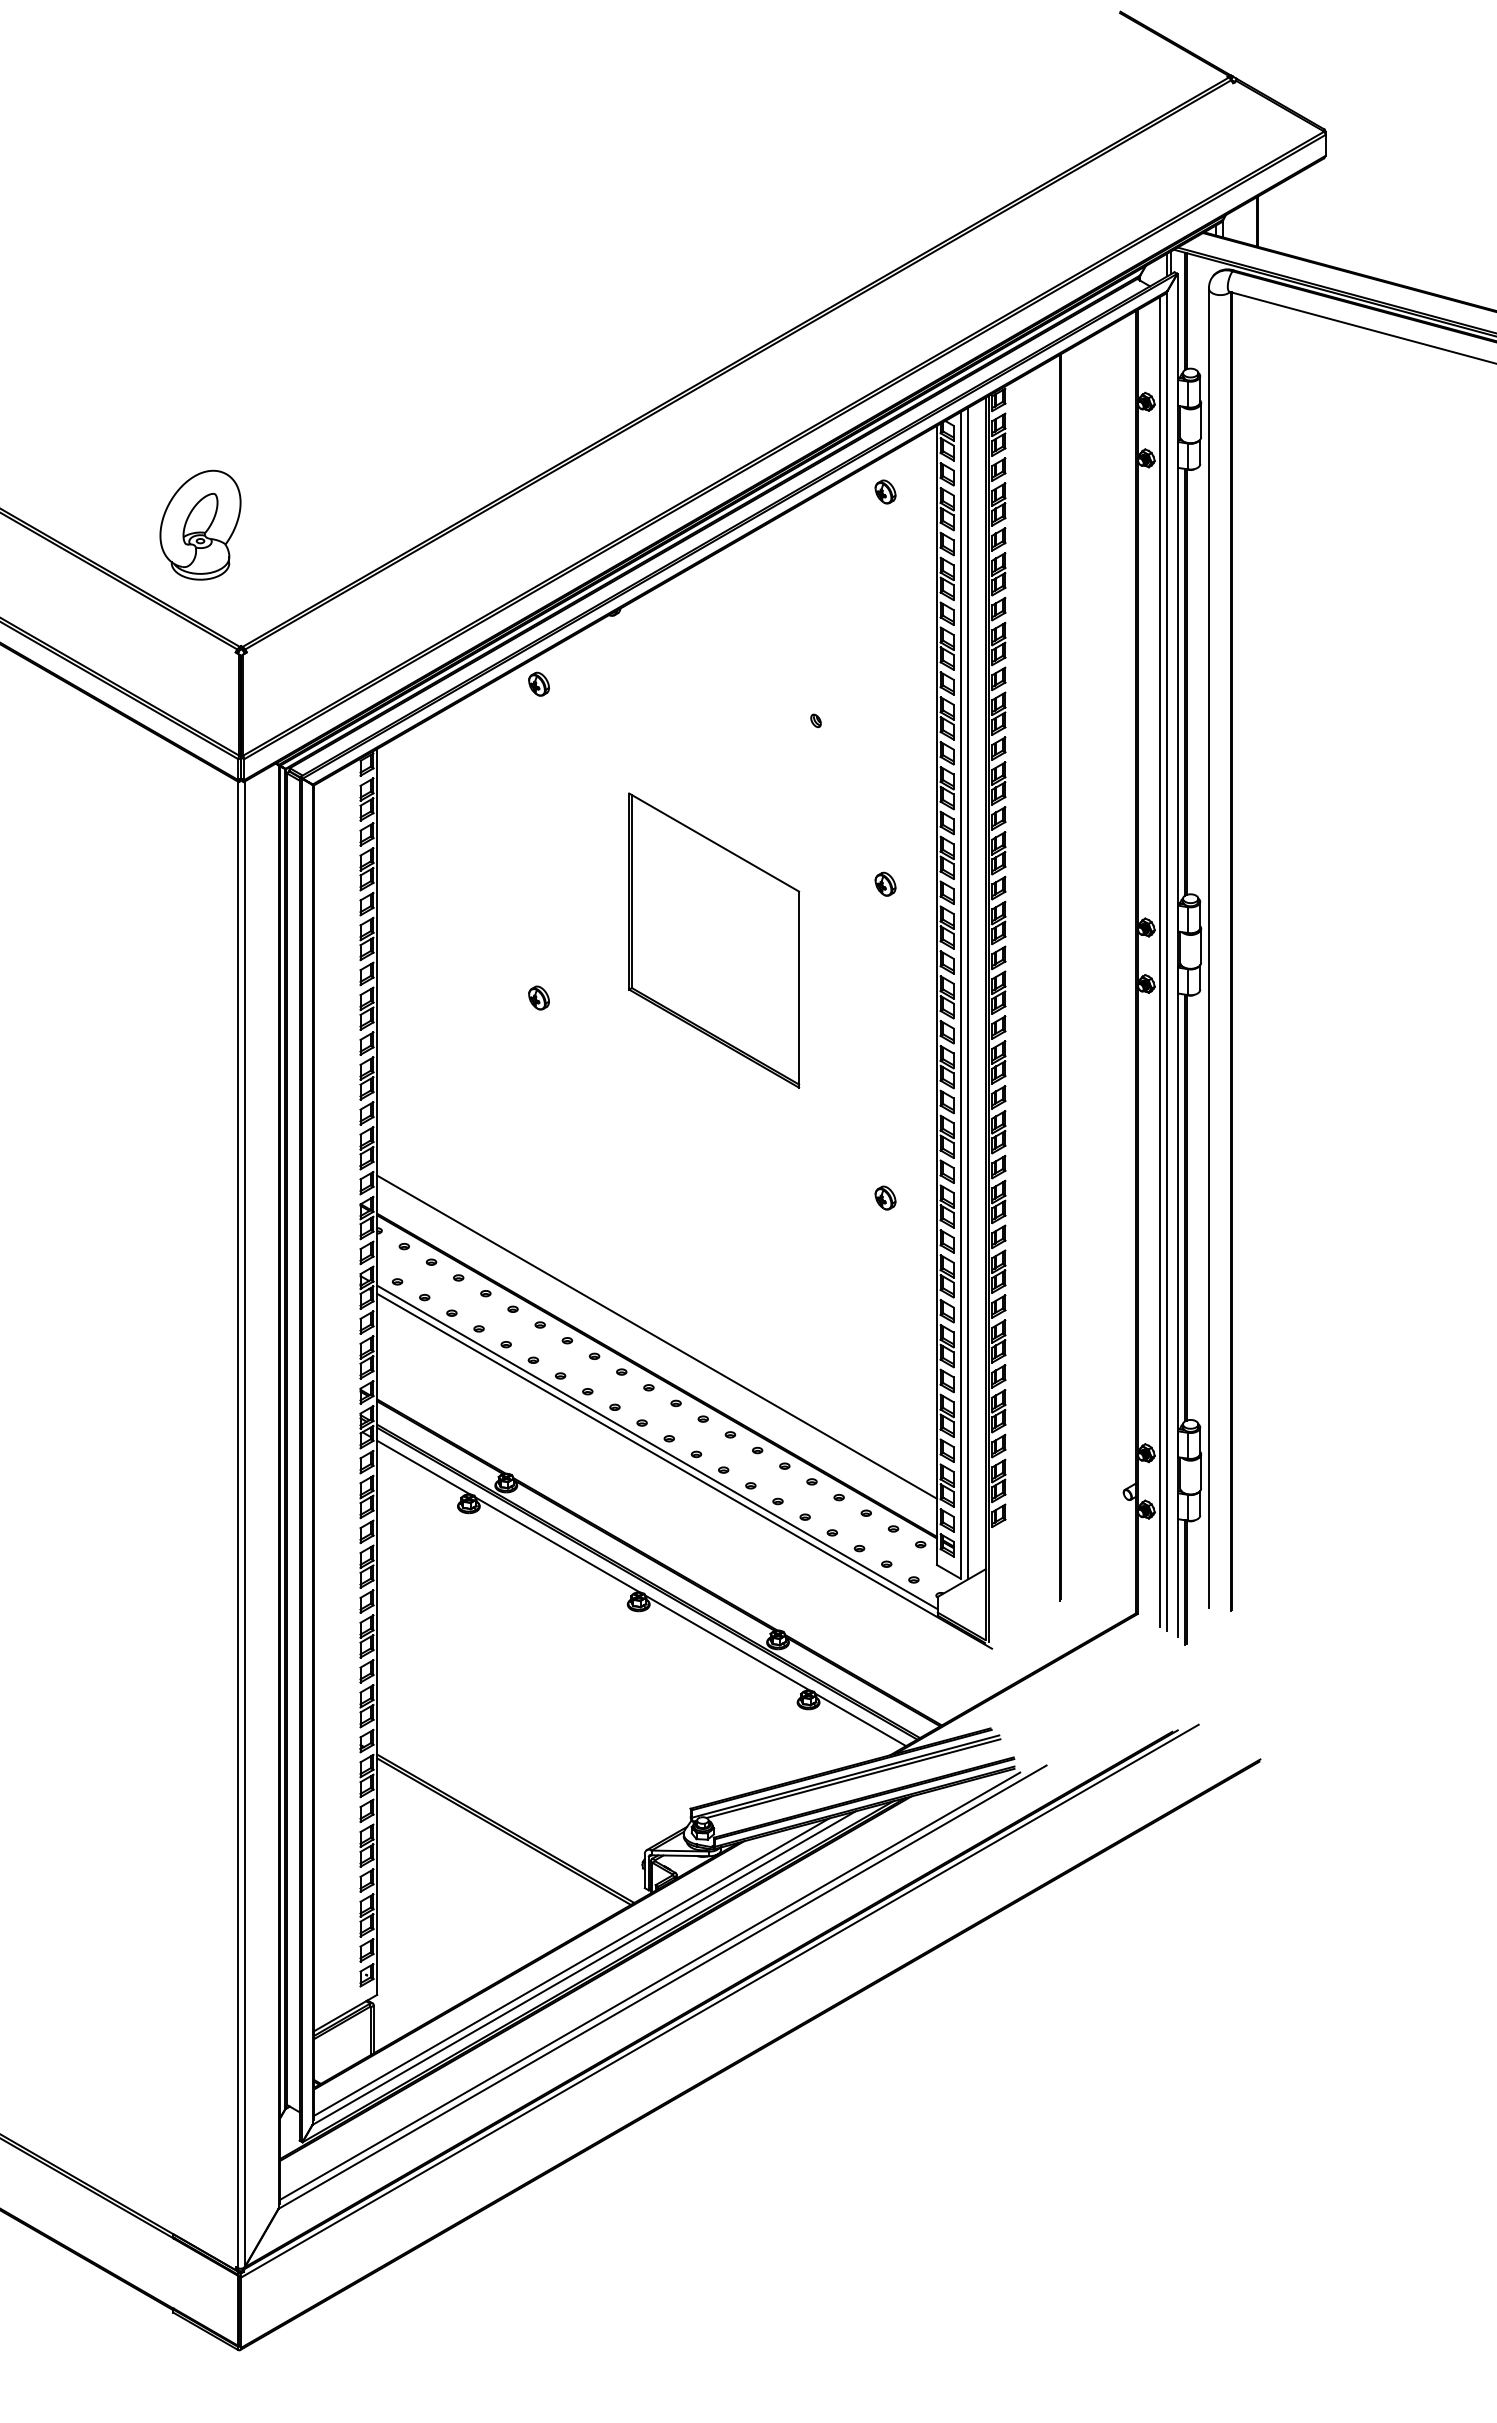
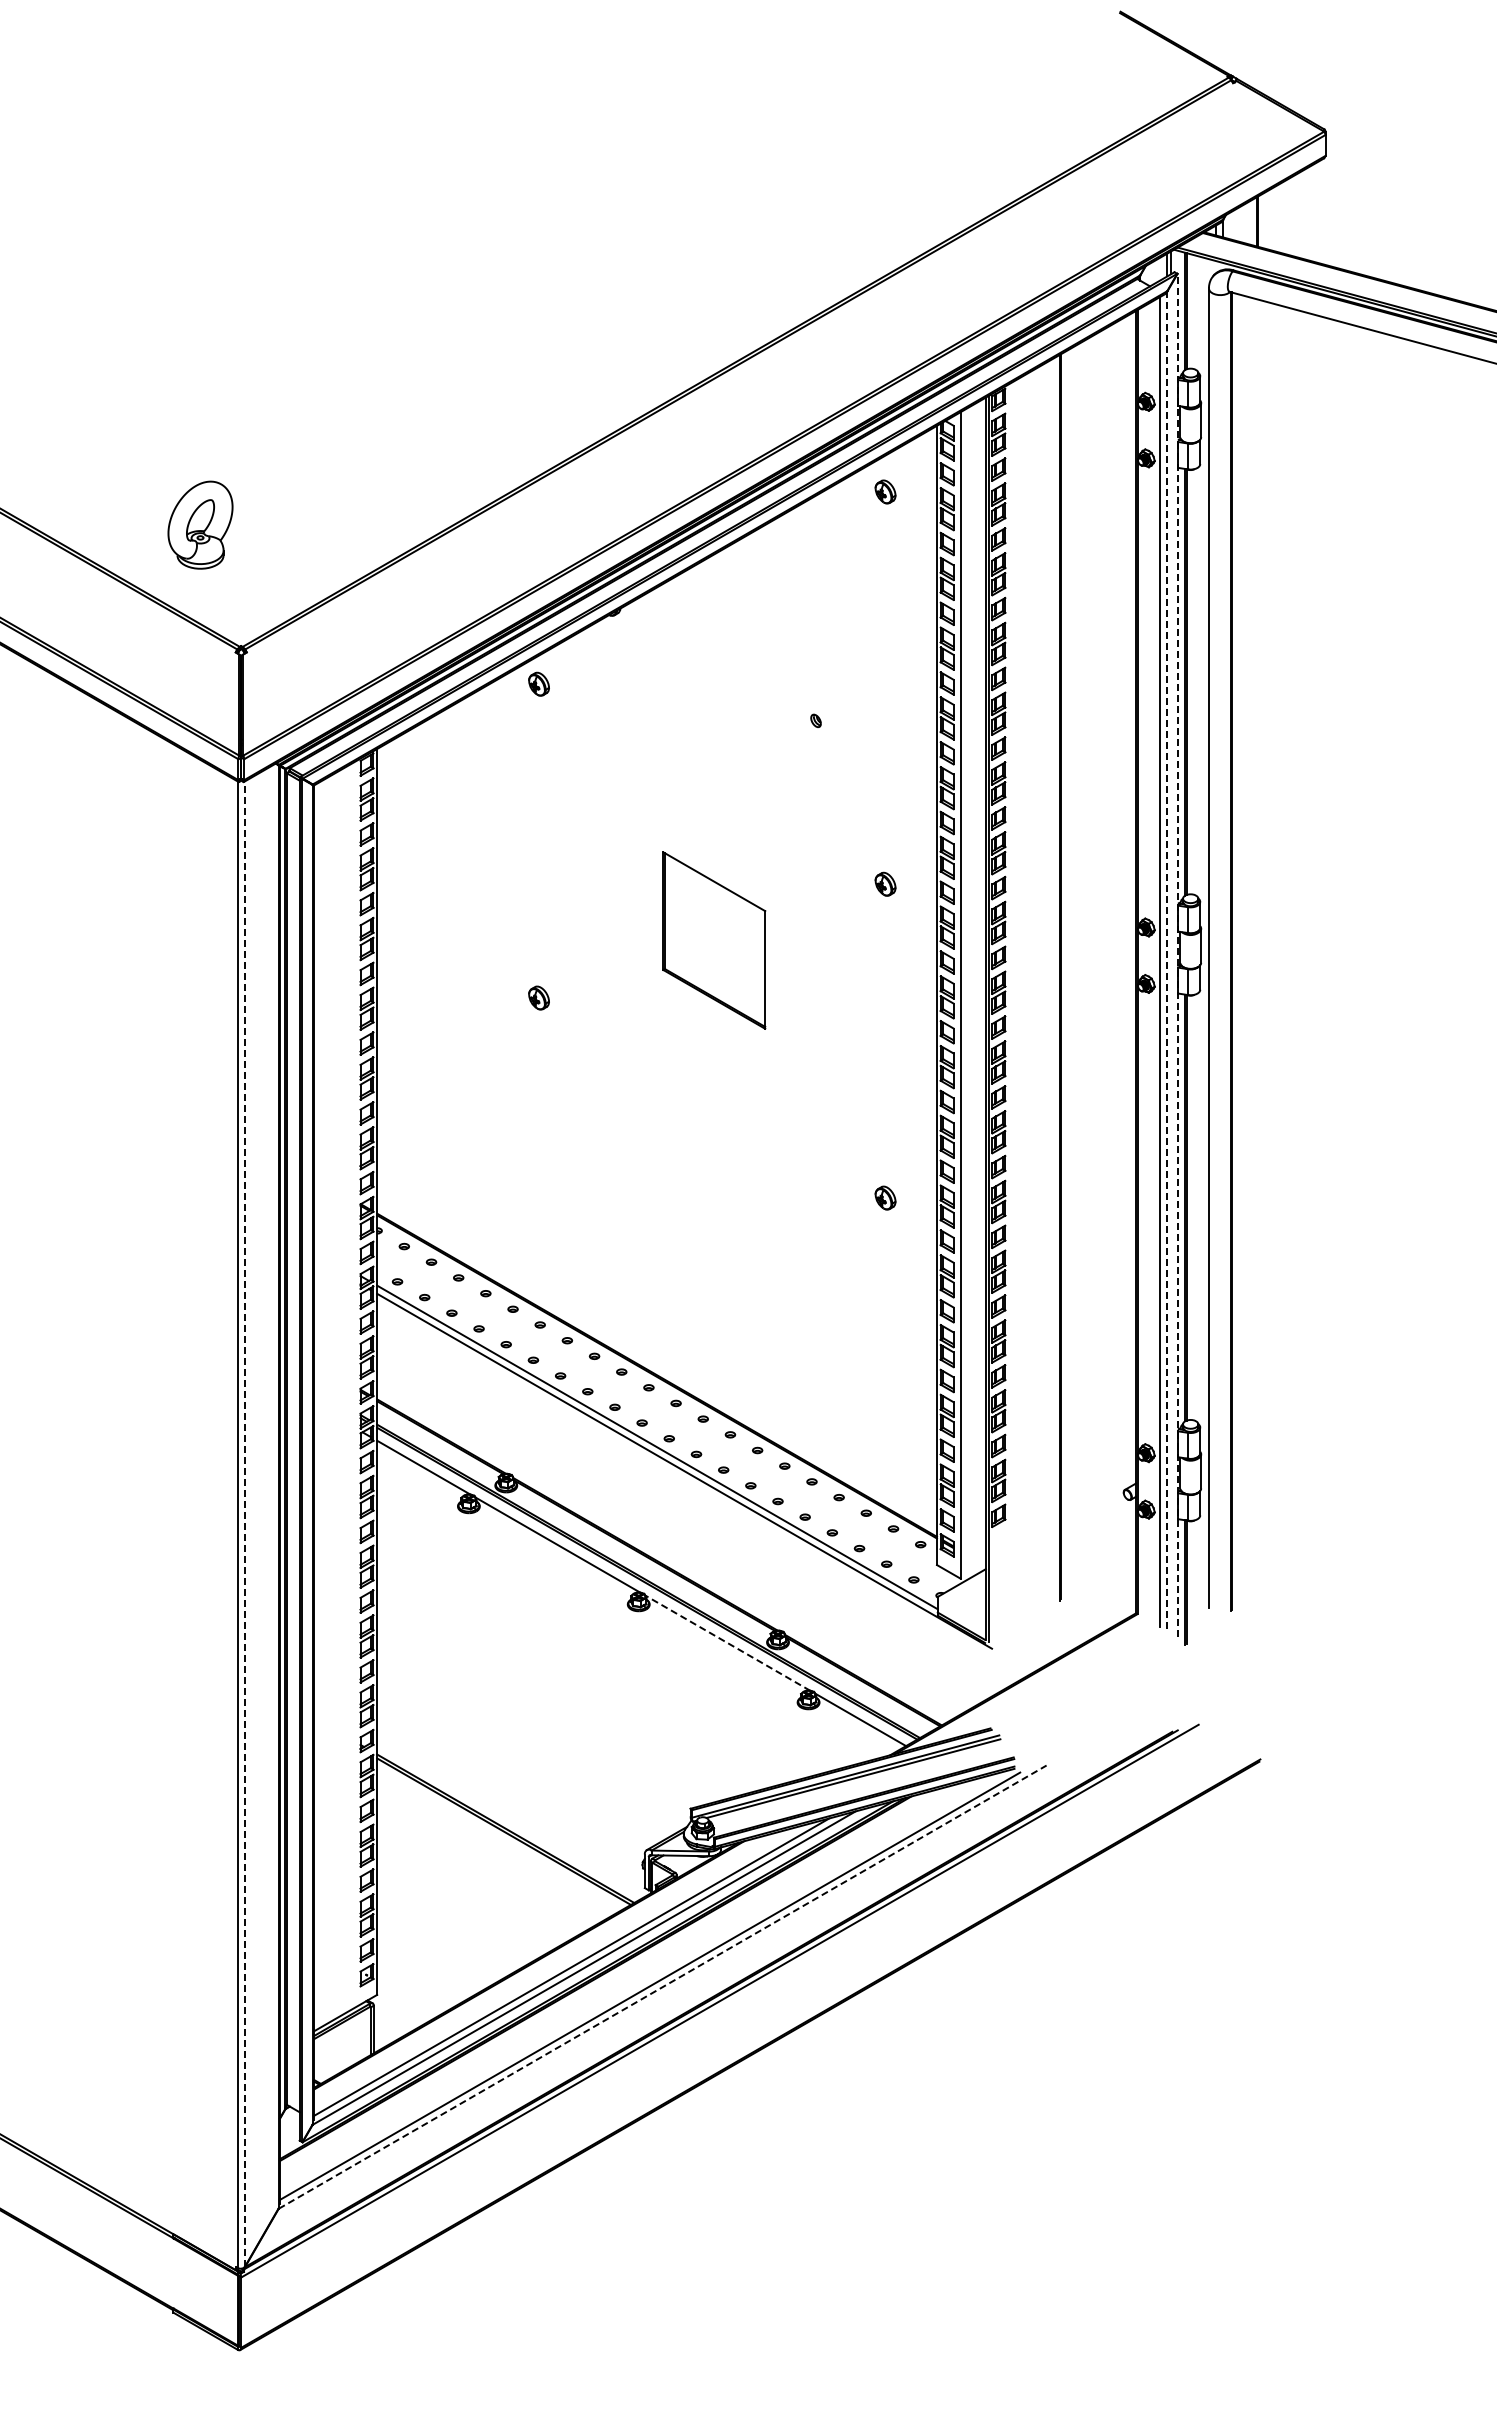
part at (200, 524) size: 83x112 px -> 67x90 px
part at (714, 940) size: 173x297 px -> 105x179 px
line at (1177, 954): solid -> dashed
line at (1167, 961): solid -> dashed
line at (967, 993): present -> none
line at (656, 1336): present -> none
line at (244, 1524): solid -> dashed
line at (727, 1642): solid -> dashed
line at (663, 1986): solid -> dashed
